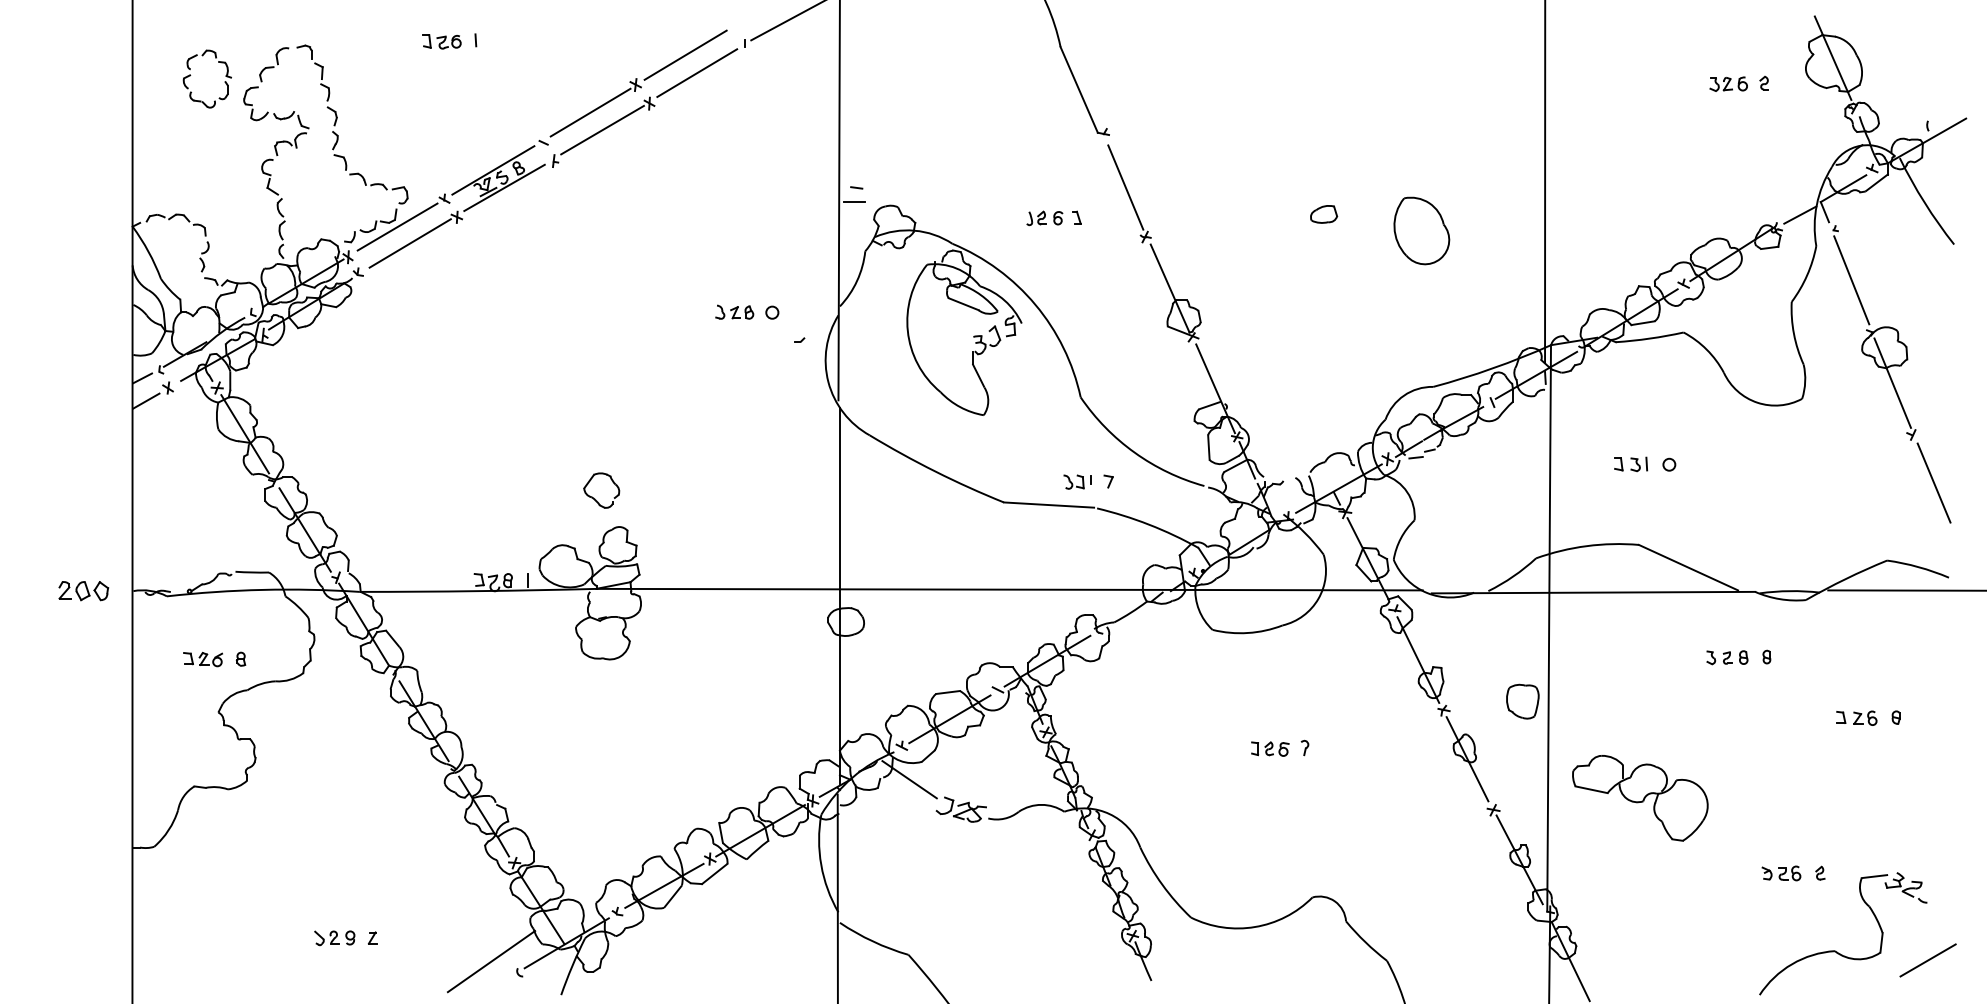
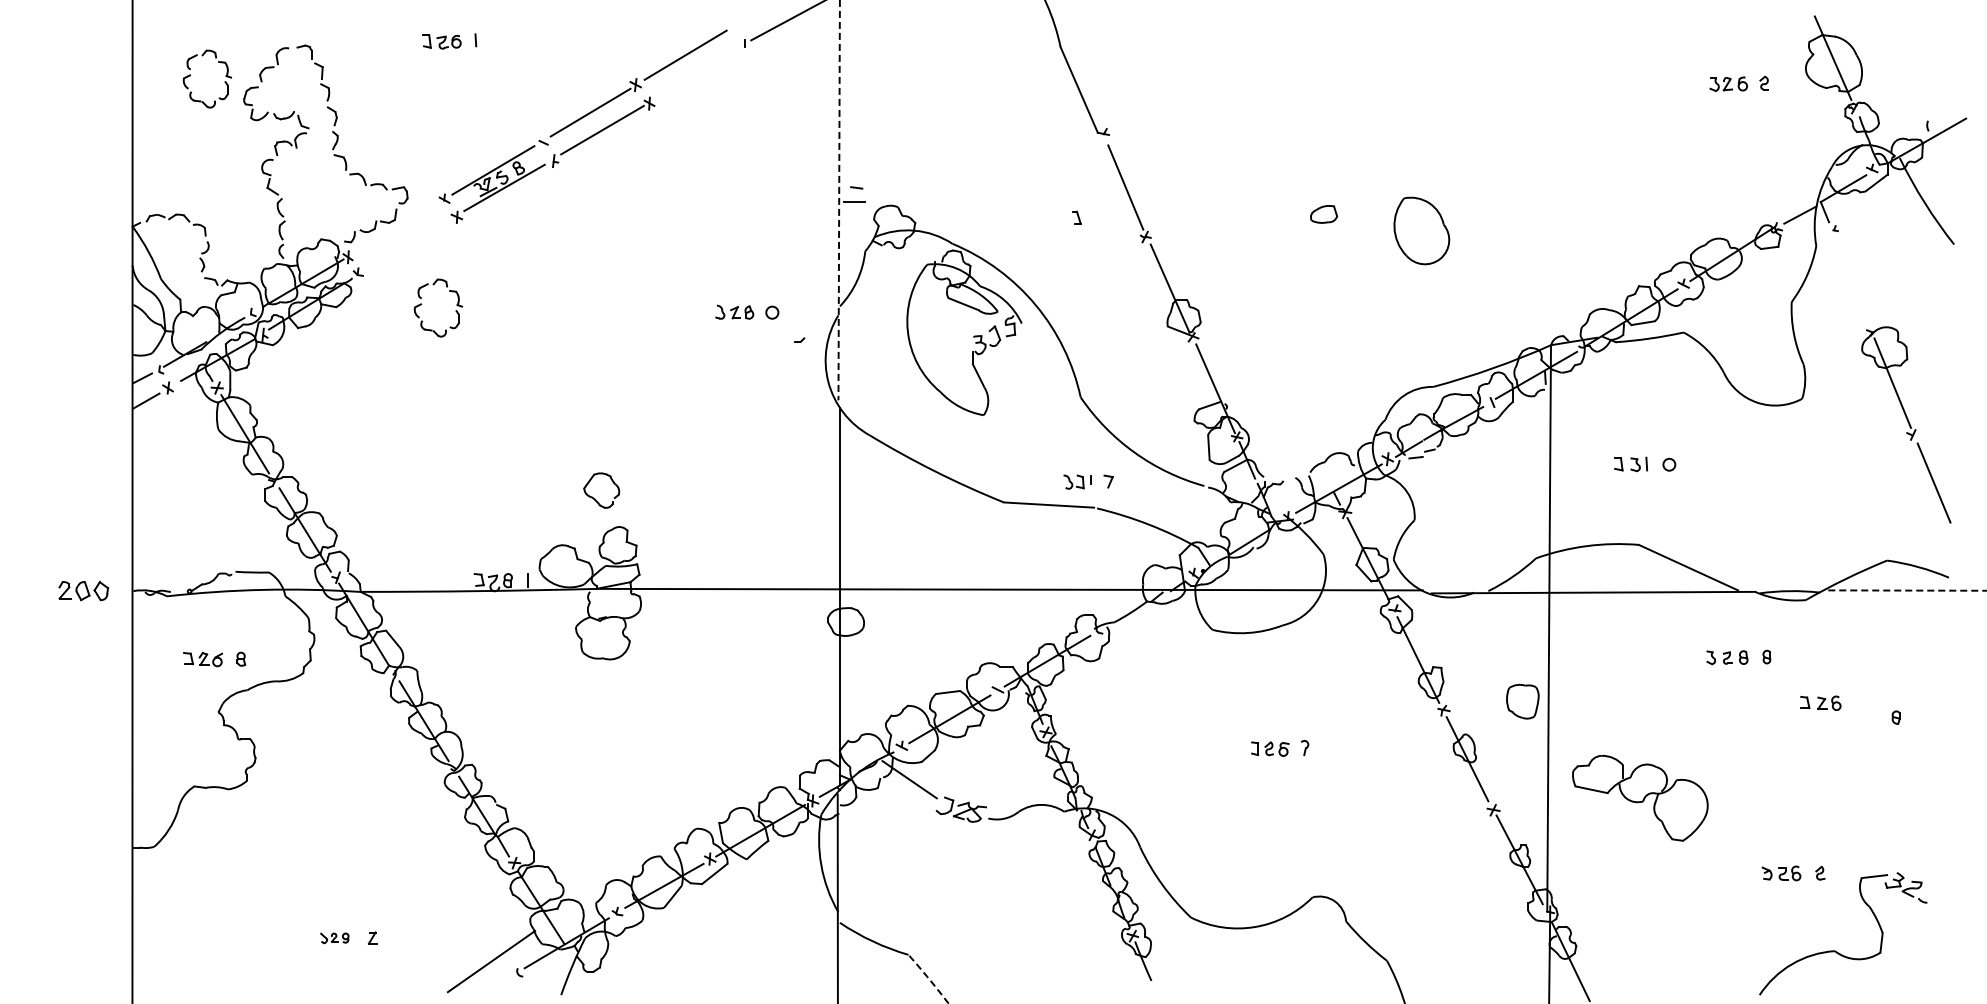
line at (697, 72): present -> none
line at (1545, 182): present -> none
line at (839, 200): solid -> dashed
part at (1044, 218): present -> none
line at (397, 226): present -> none
line at (409, 243): present -> none
line at (1851, 280): present -> none
part at (422, 304): none -> present
line at (1907, 590): solid -> dashed
part at (1856, 717) position: (1856, 717) -> (1820, 702)
part at (334, 938) size: 42x17 px -> 30x13 px
line at (1927, 960): present -> none
arc at (928, 978): solid -> dashed
